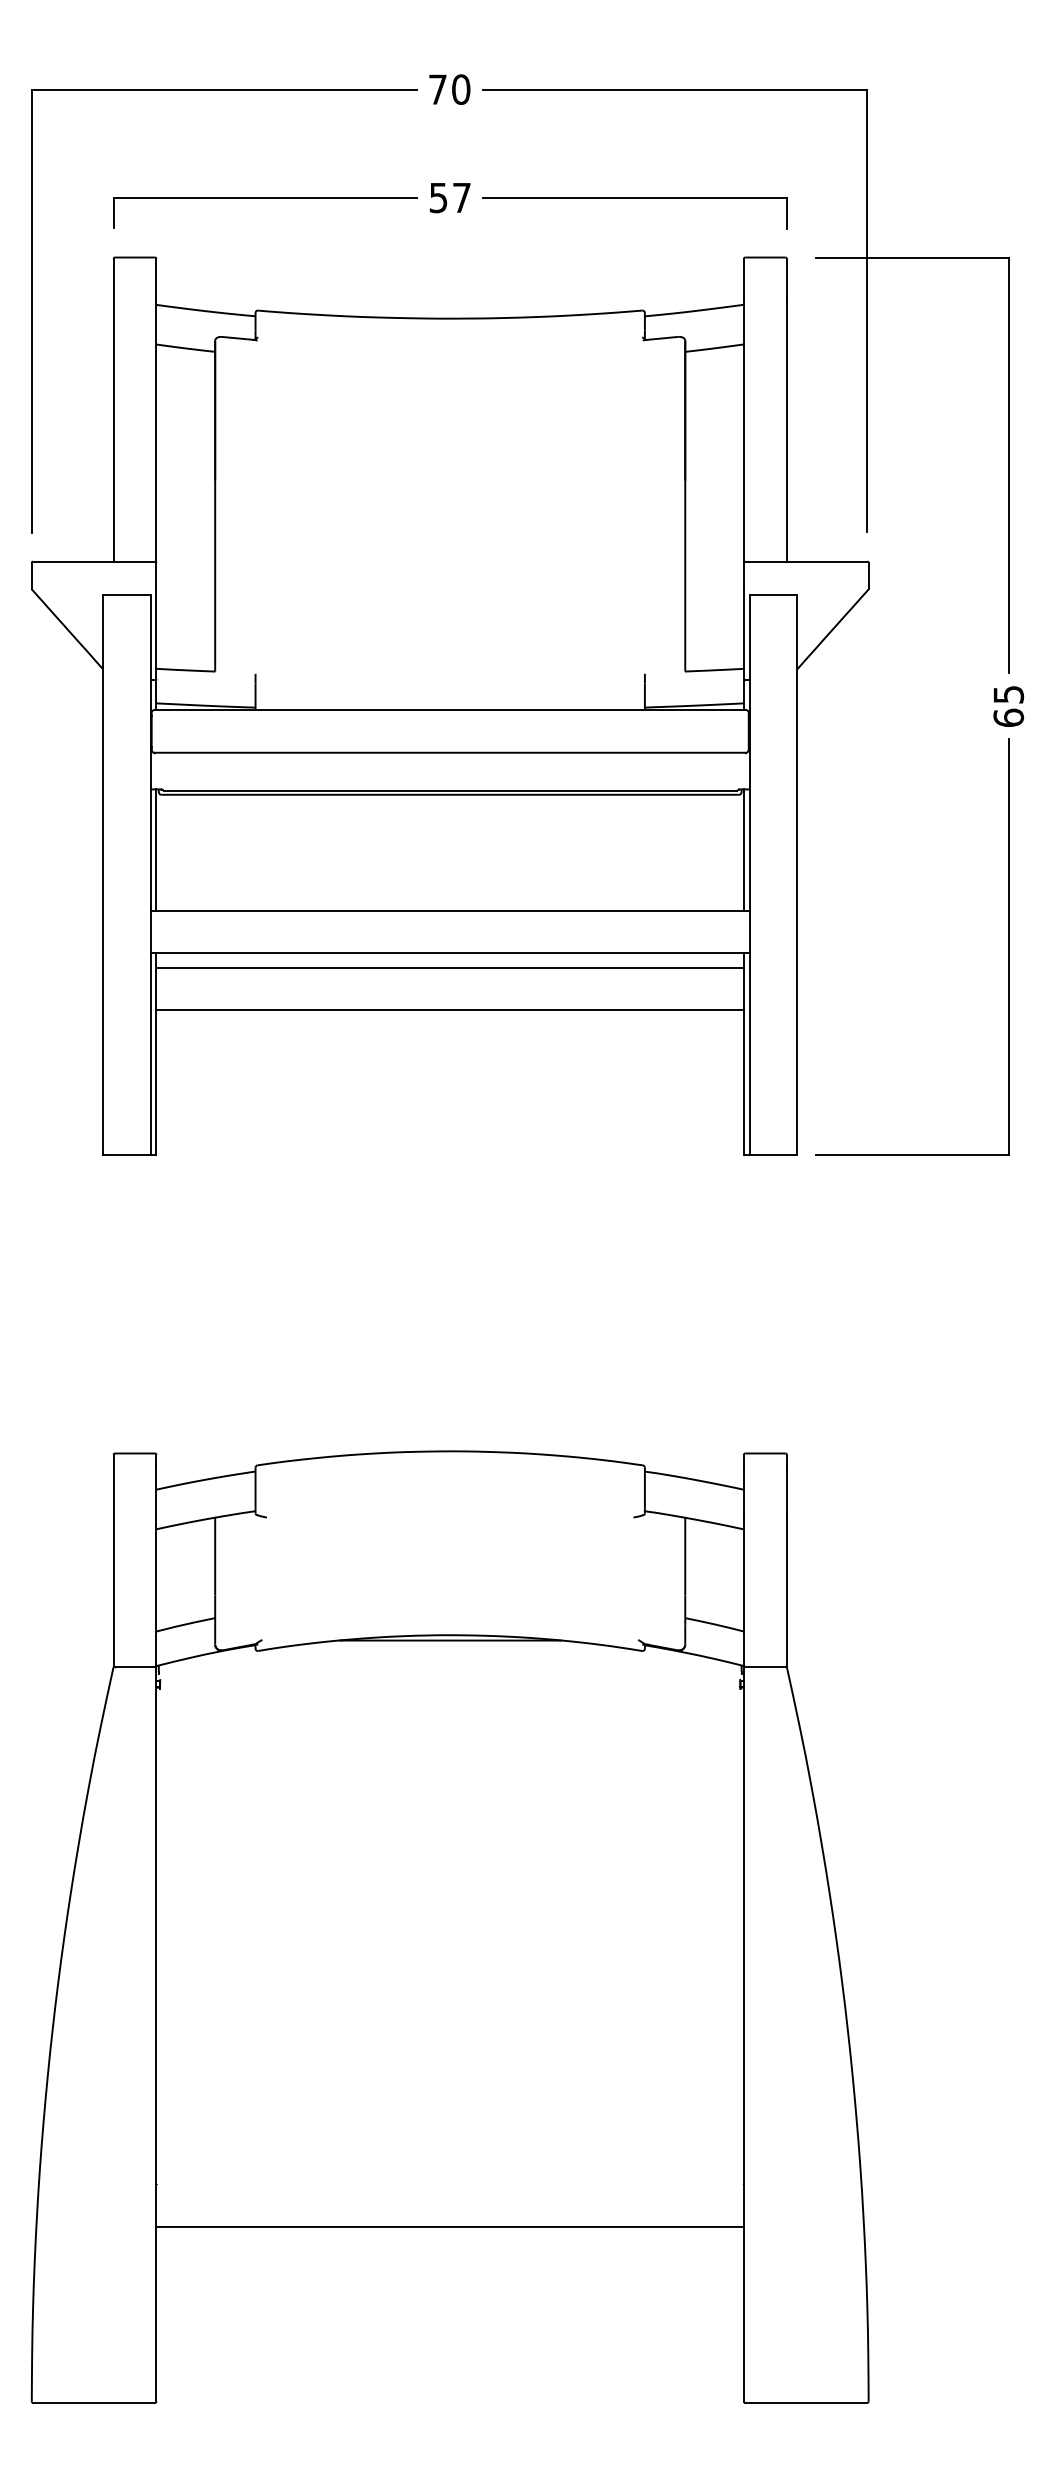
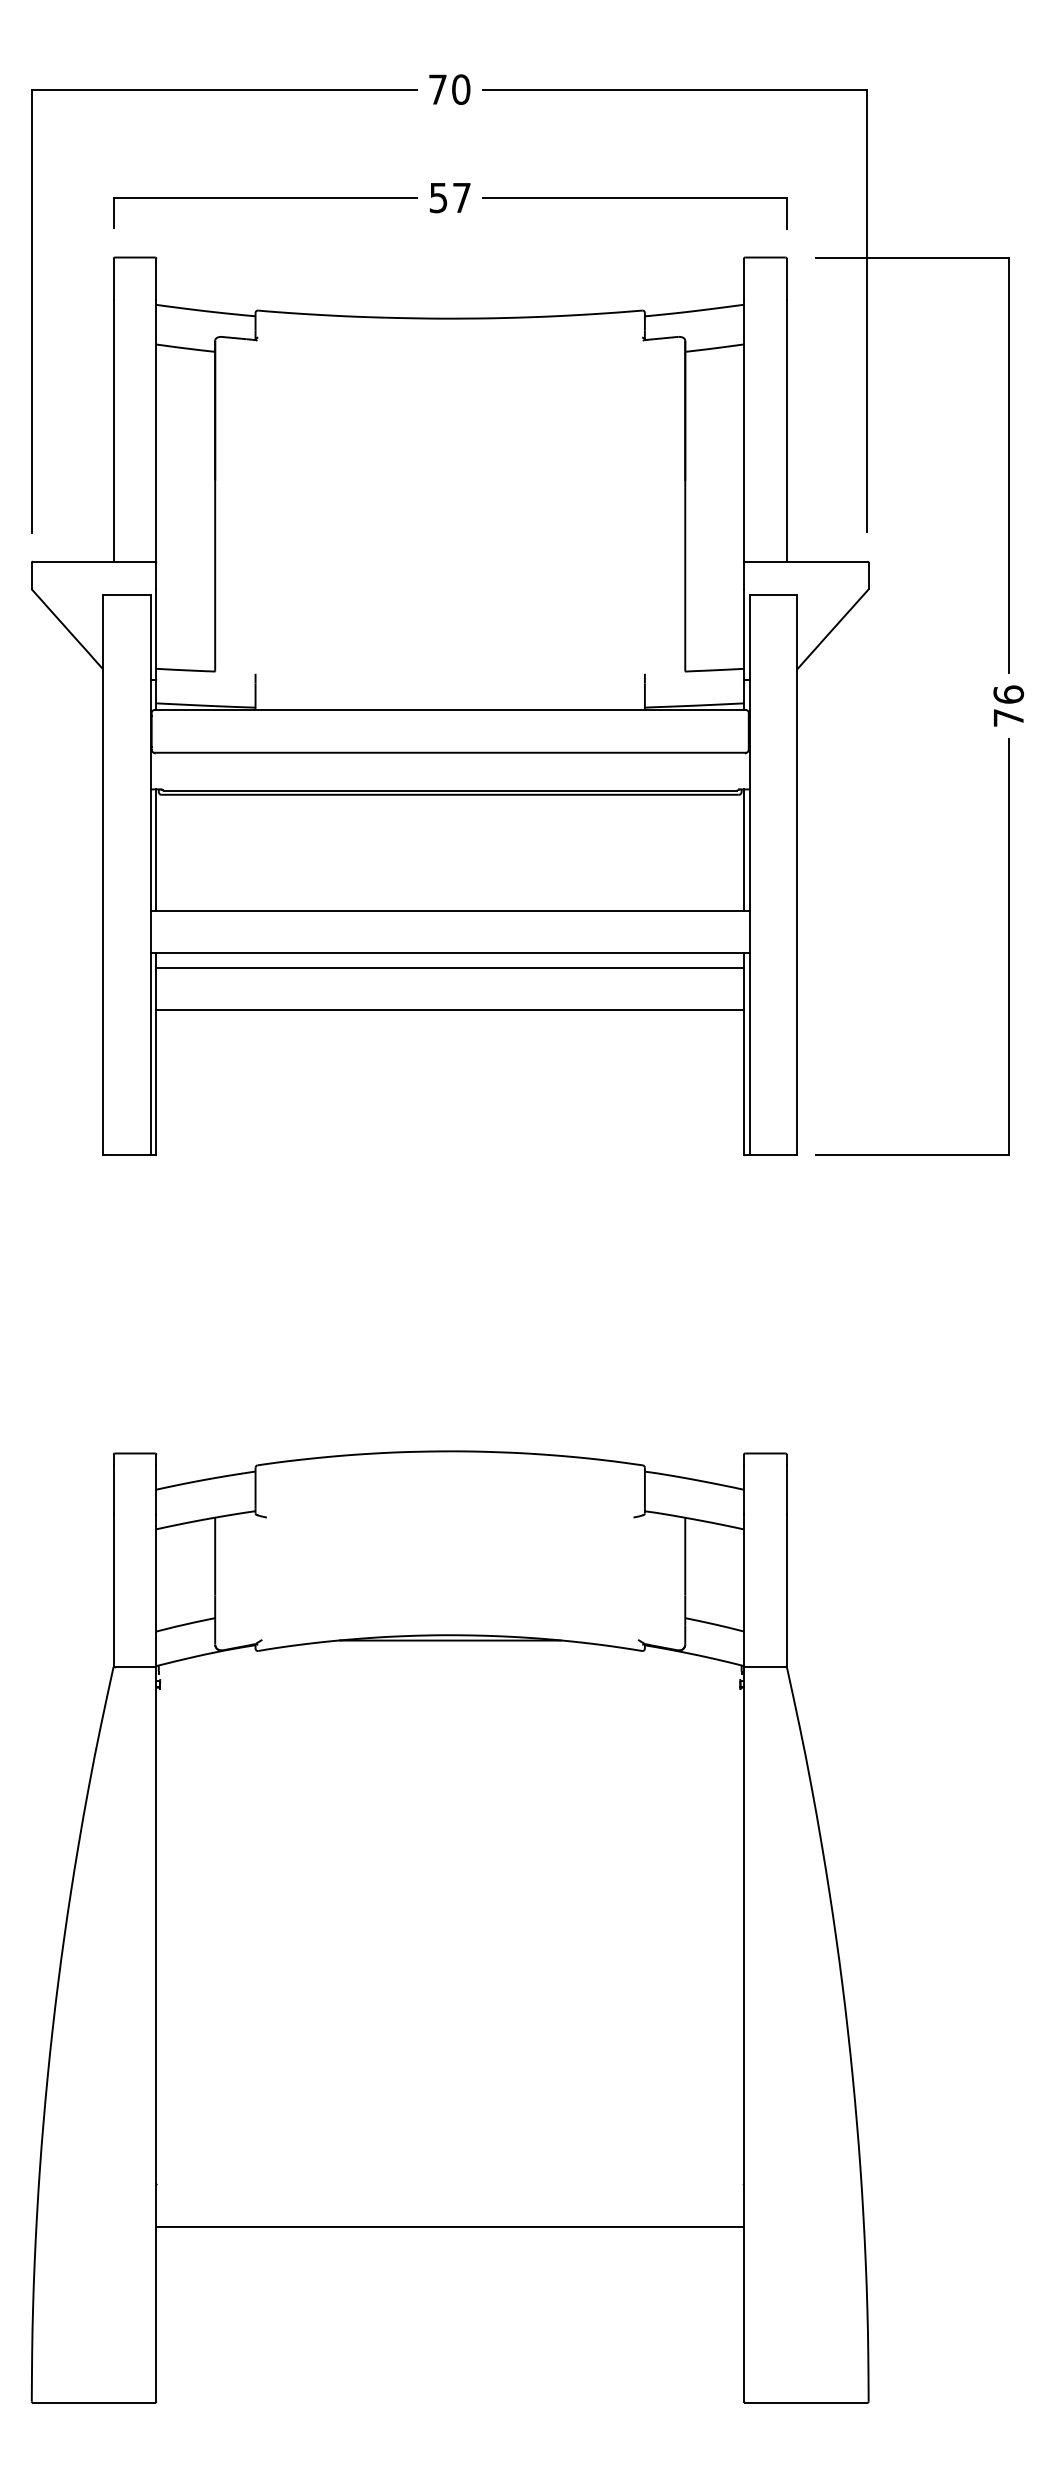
text at (1008, 705): 65 -> 76
